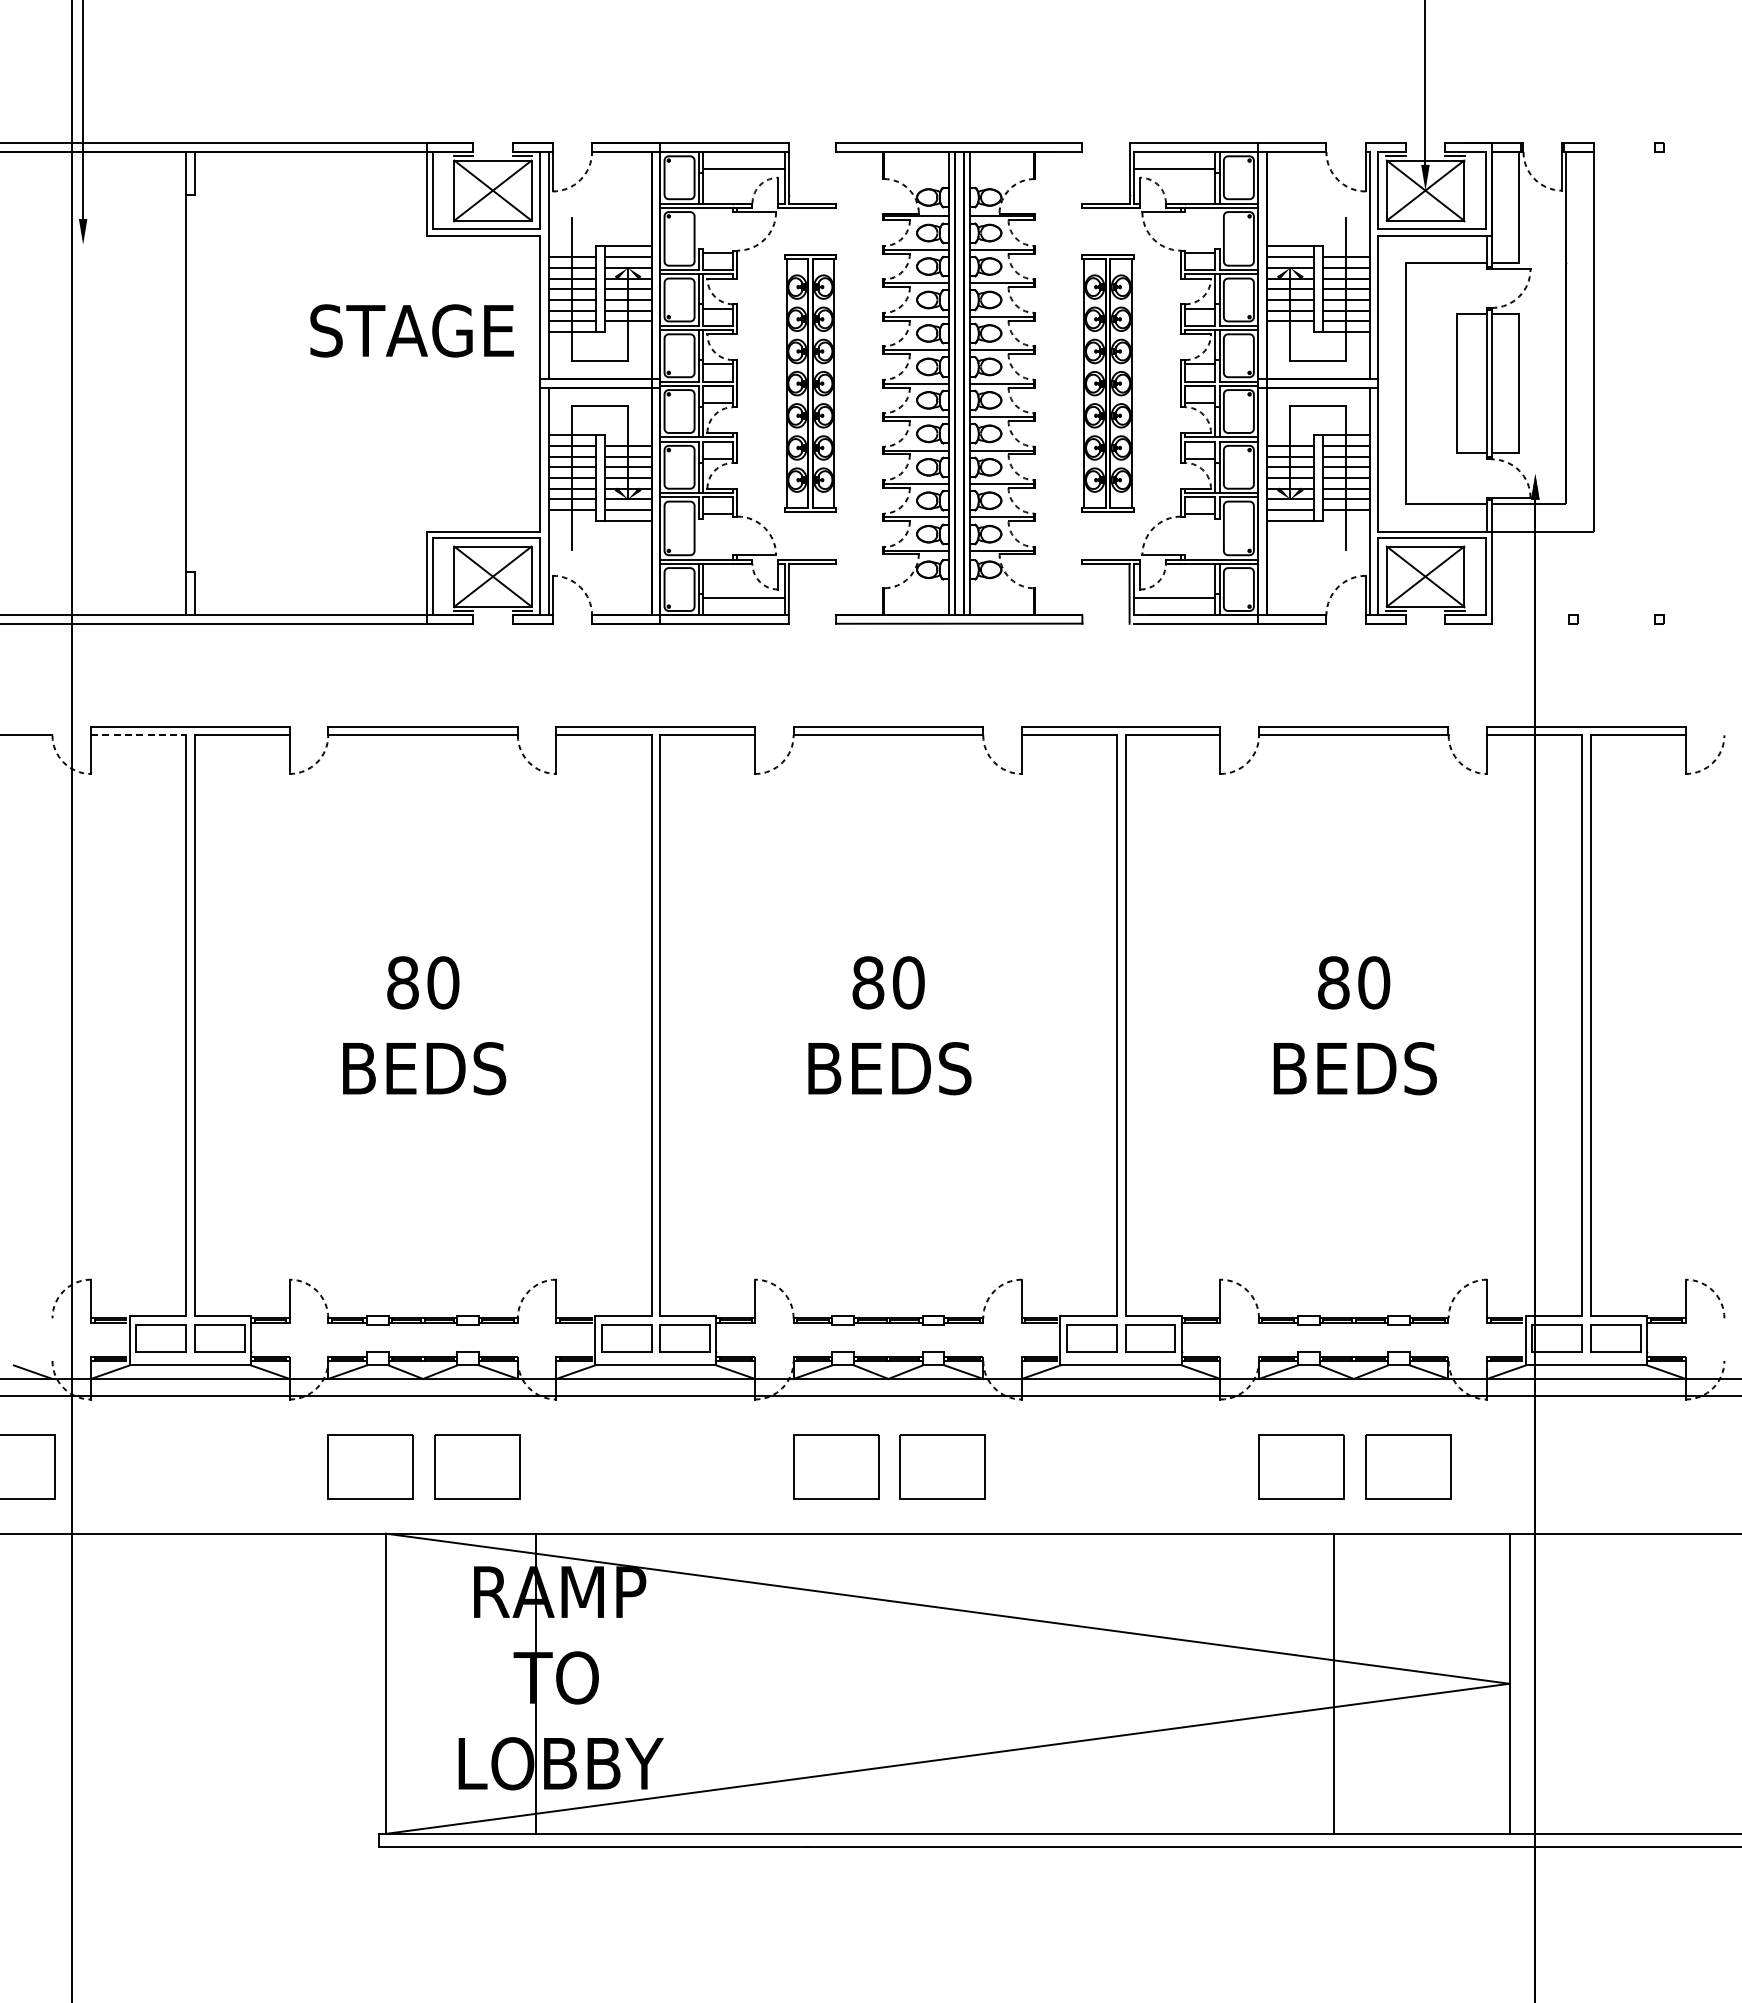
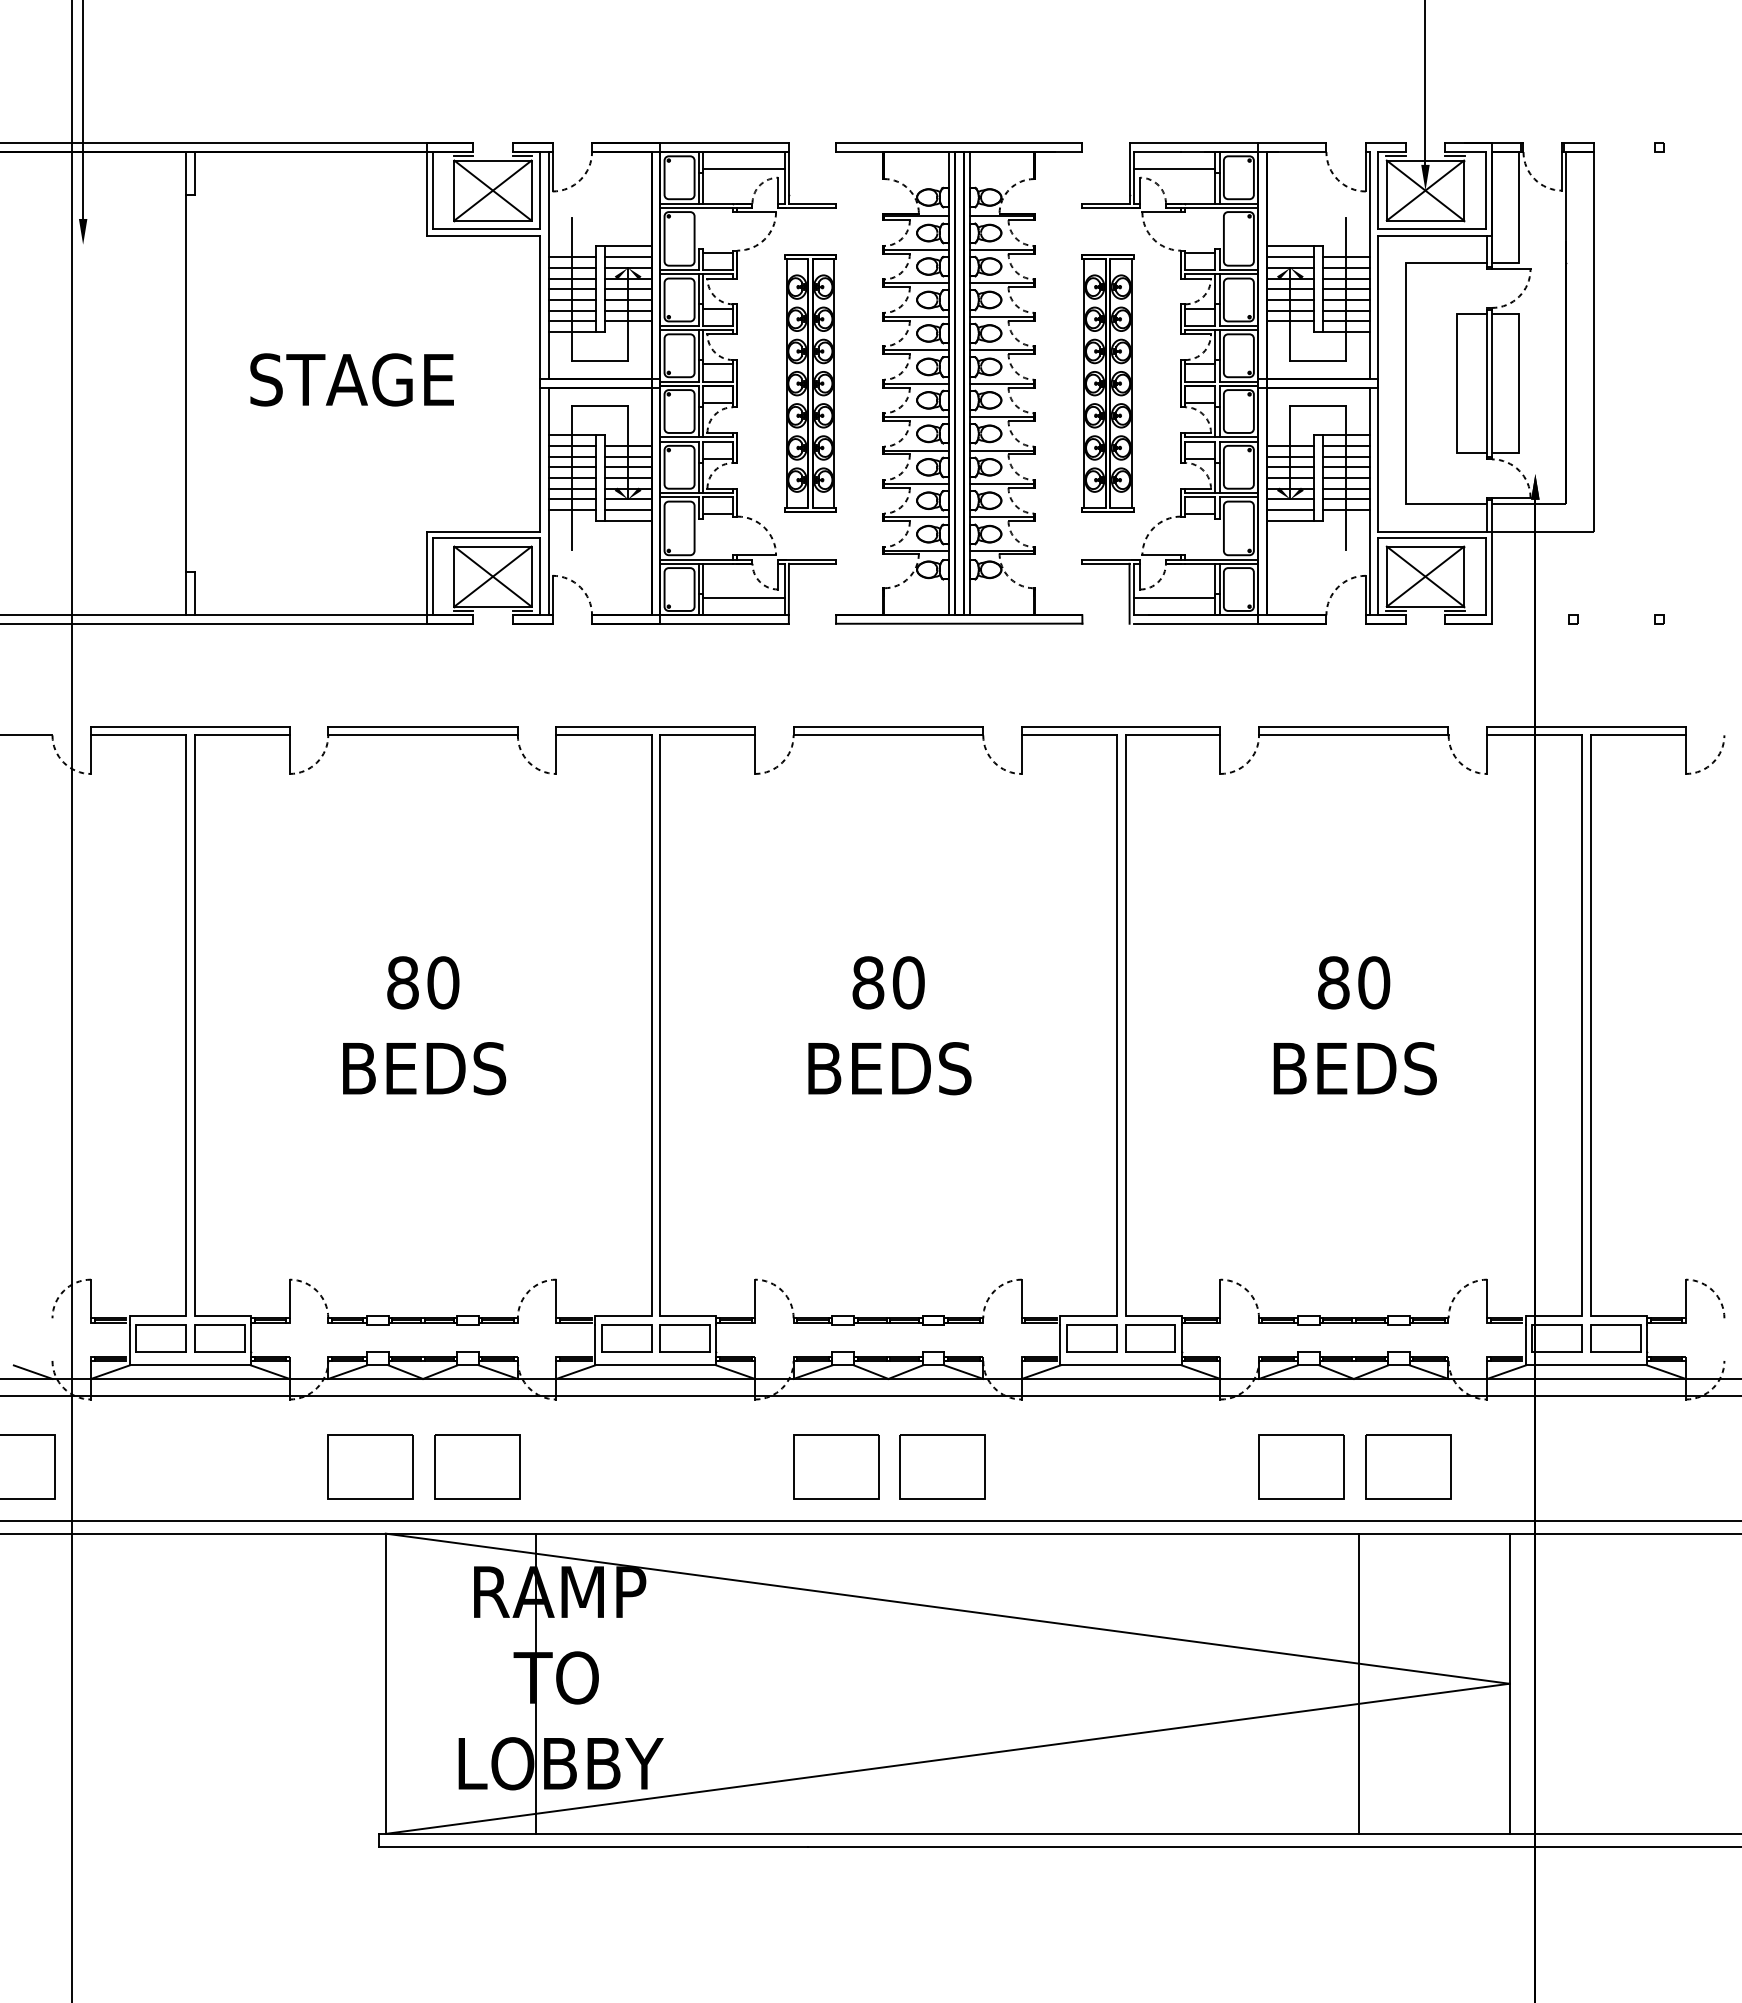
text at (411, 330) position: (411, 330) -> (351, 379)
line at (138, 735): dashed -> solid
line at (870, 1520): none -> present
line at (1334, 1683) position: (1334, 1683) -> (1359, 1683)
